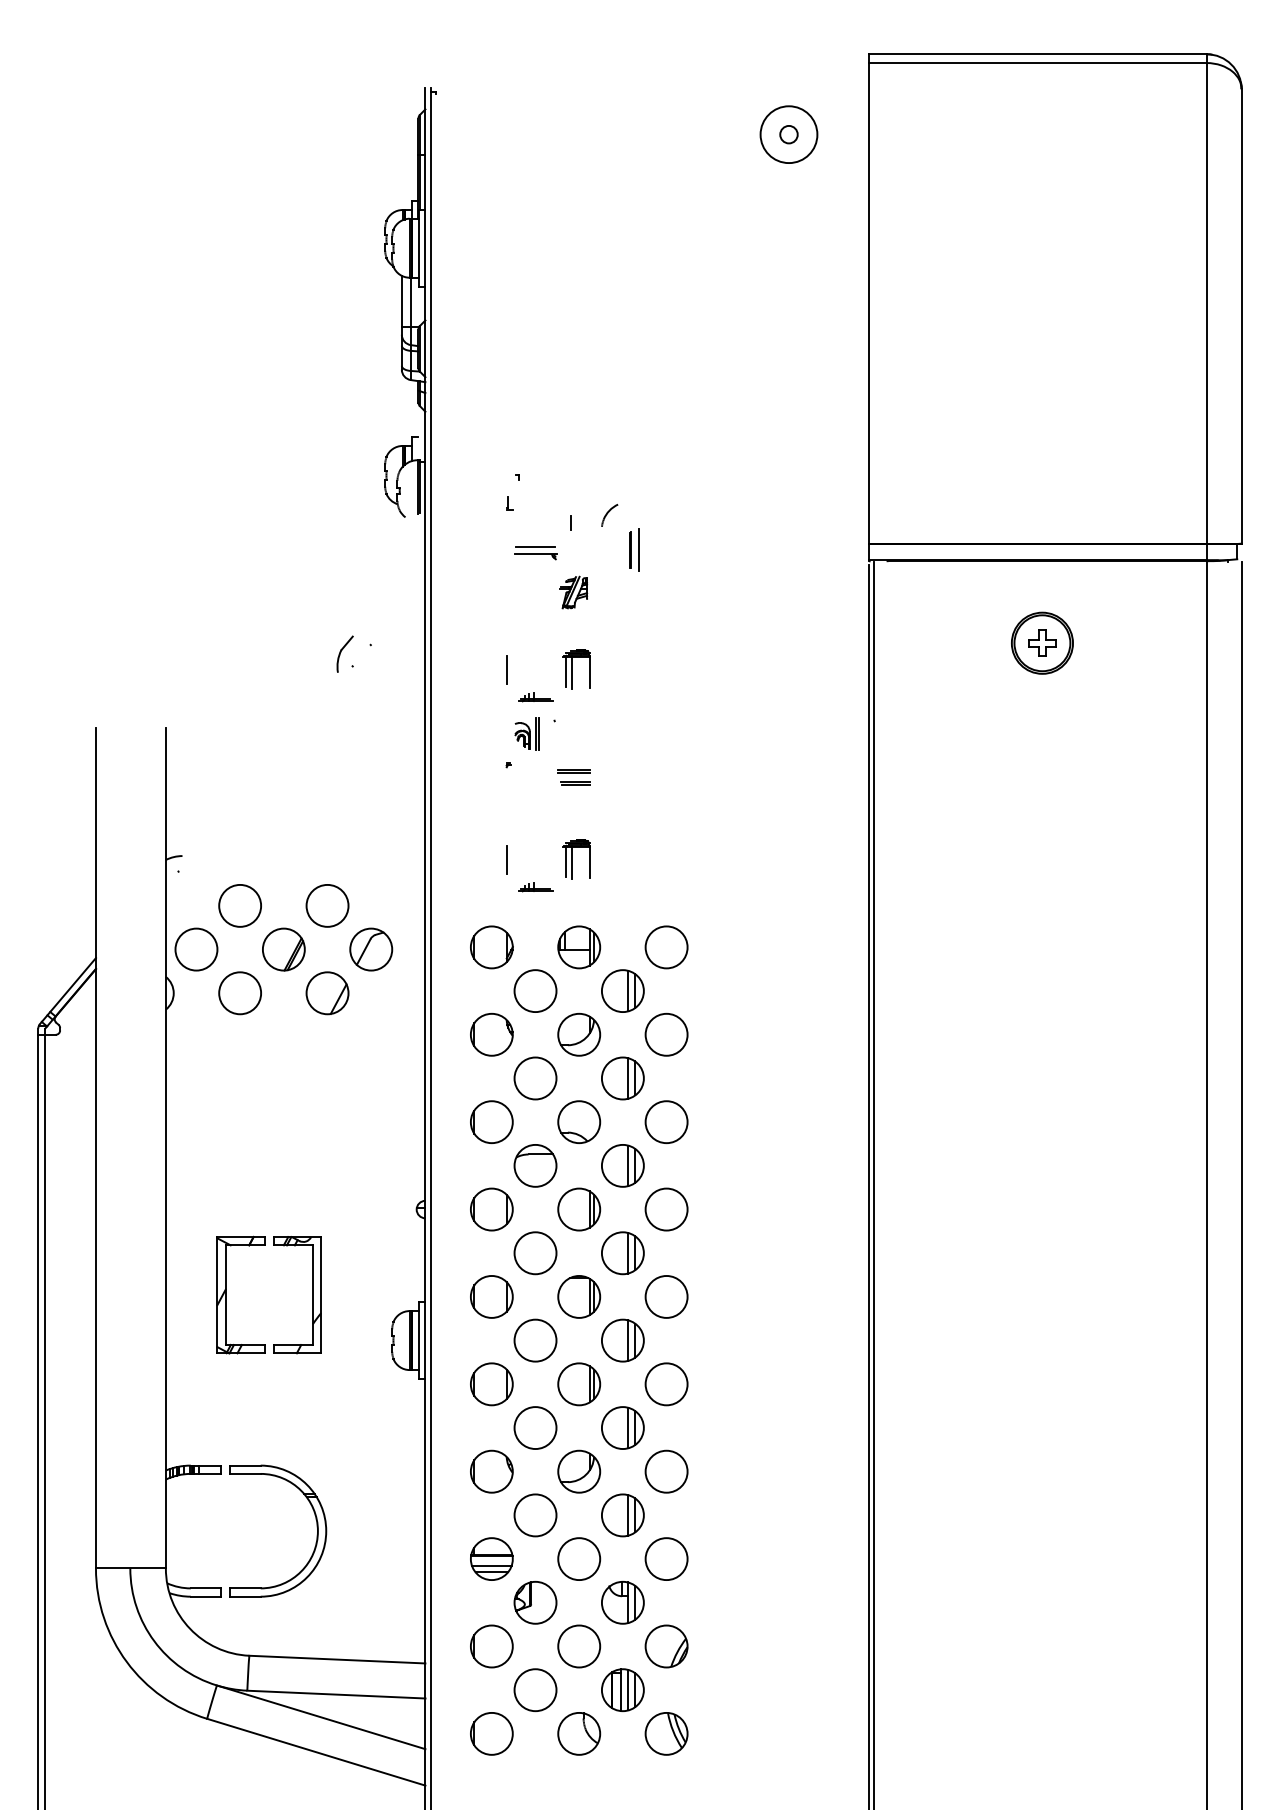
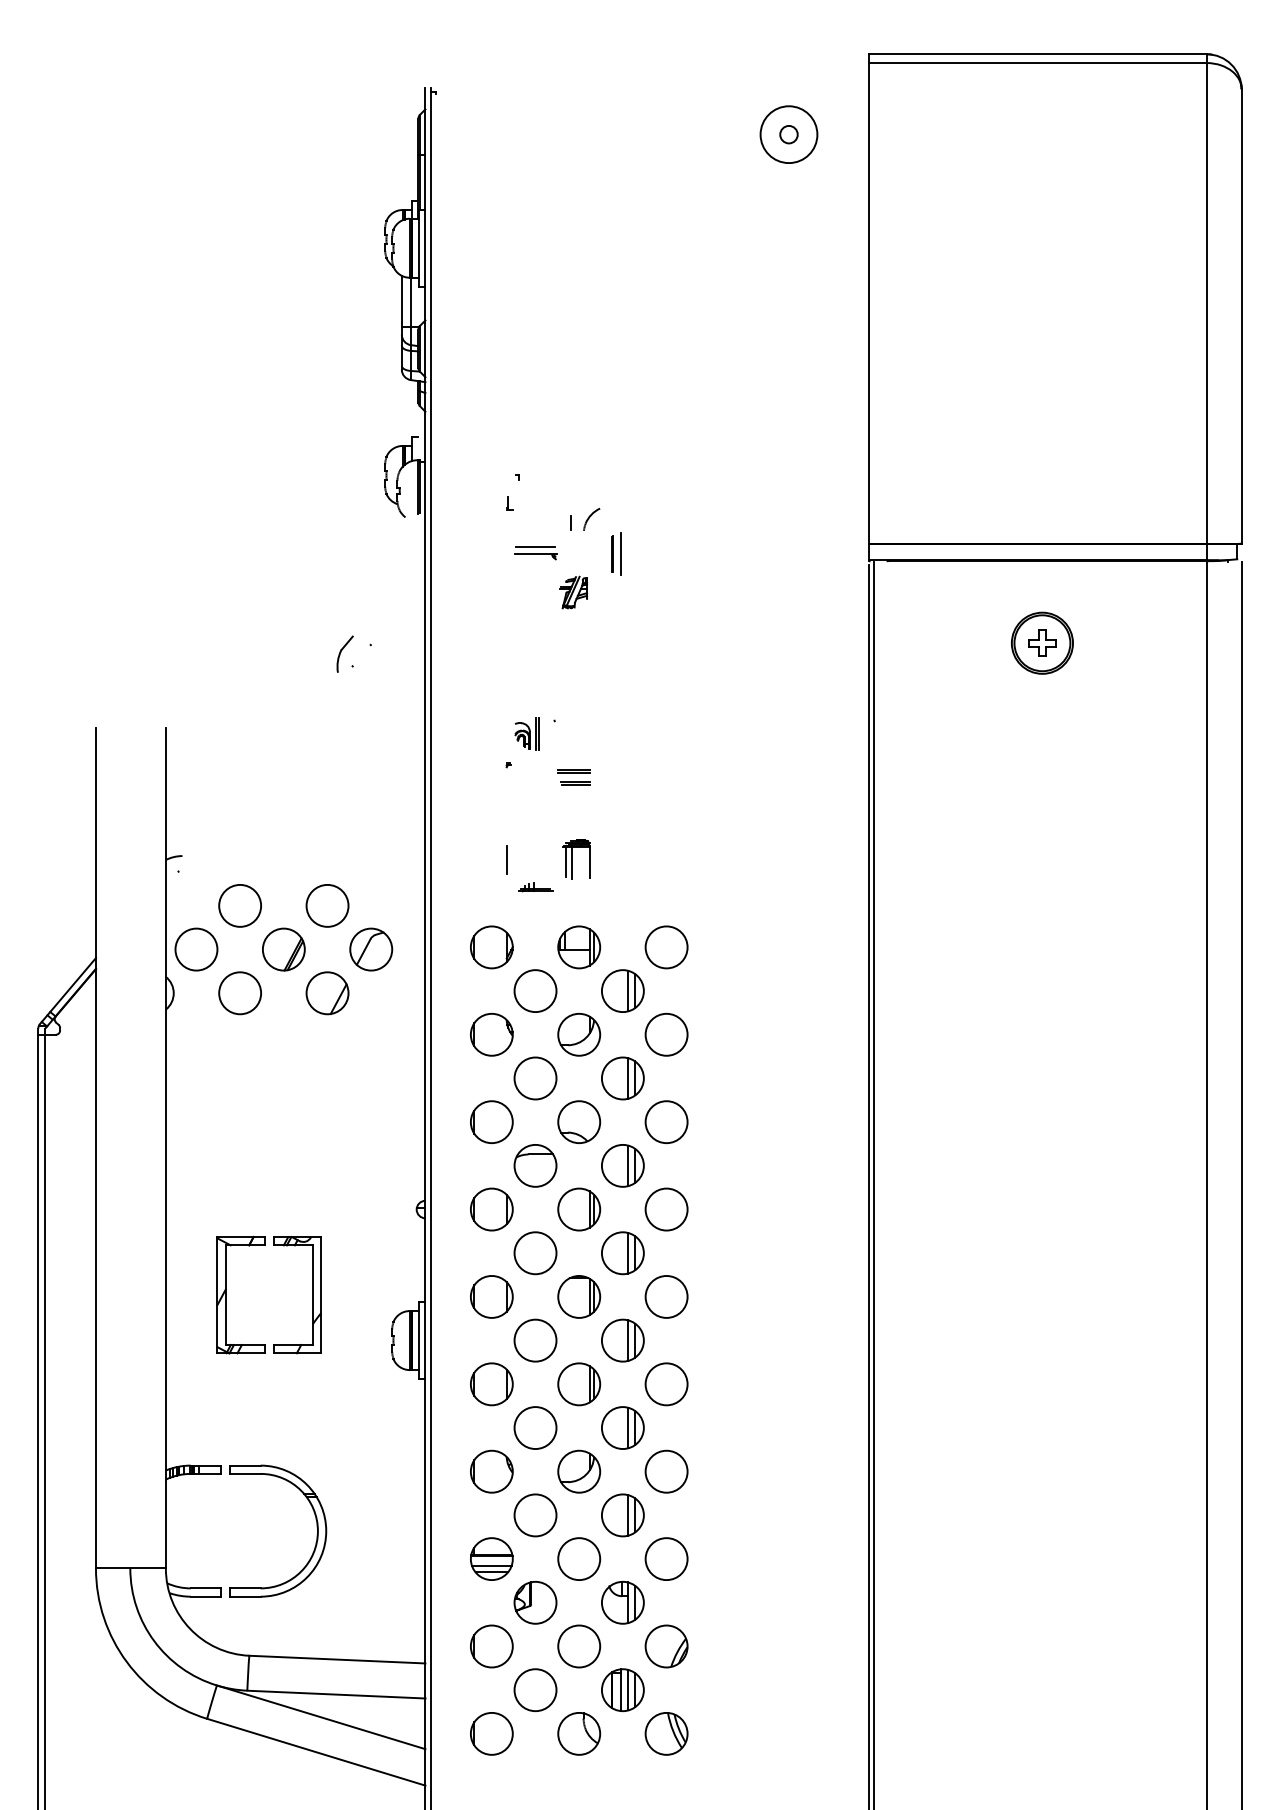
part at (629, 537) position: (629, 537) -> (611, 541)
part at (565, 675): present -> none
